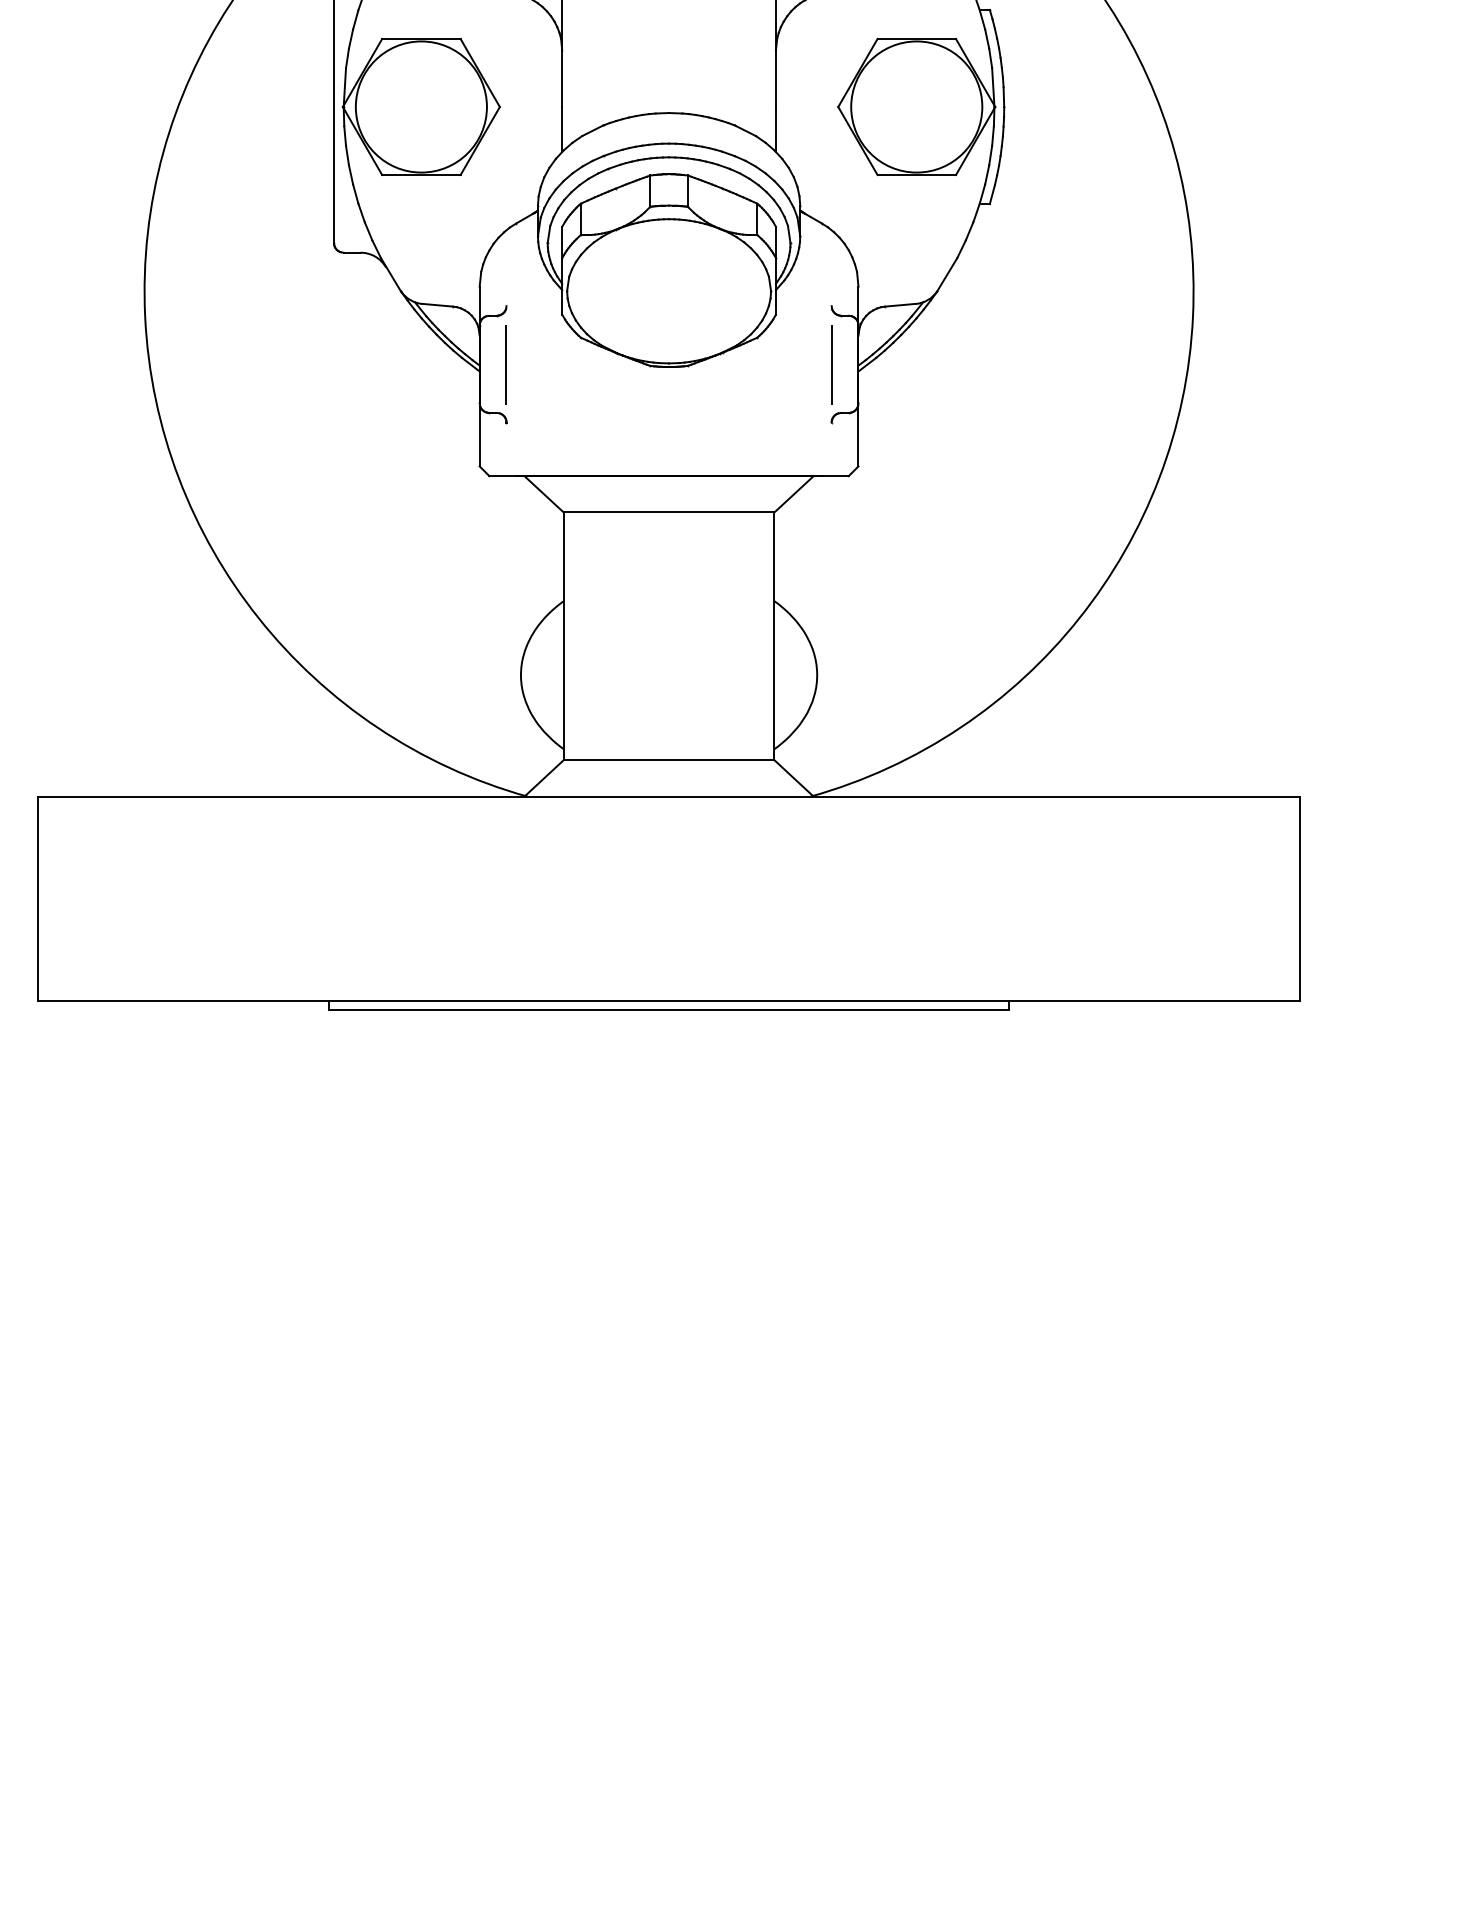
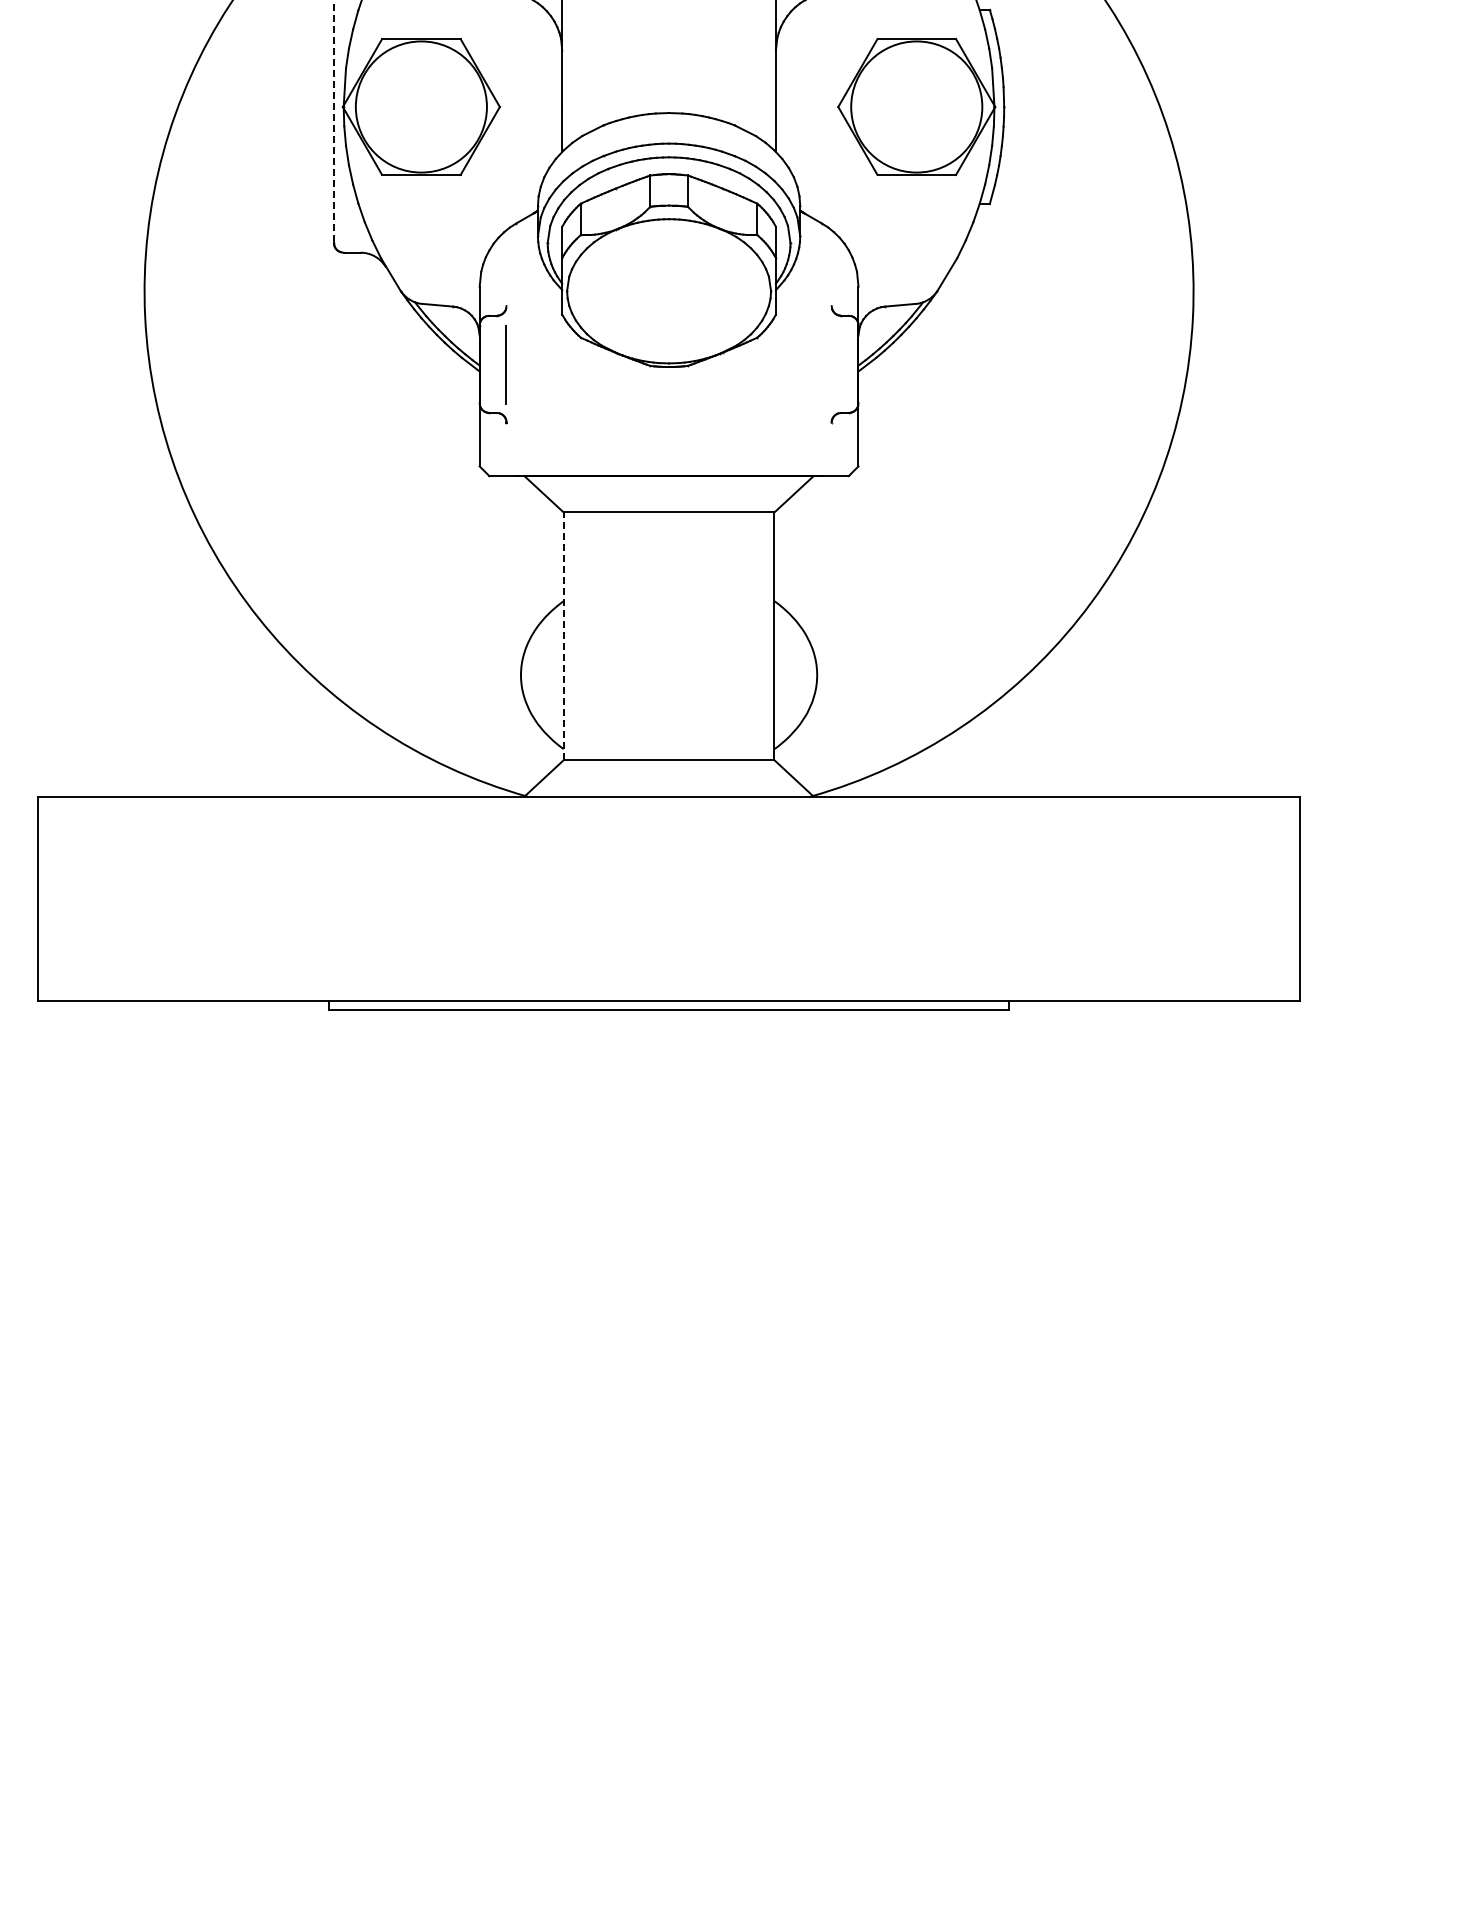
line at (333, 122): solid -> dashed
line at (831, 364): present -> none
line at (563, 636): solid -> dashed
